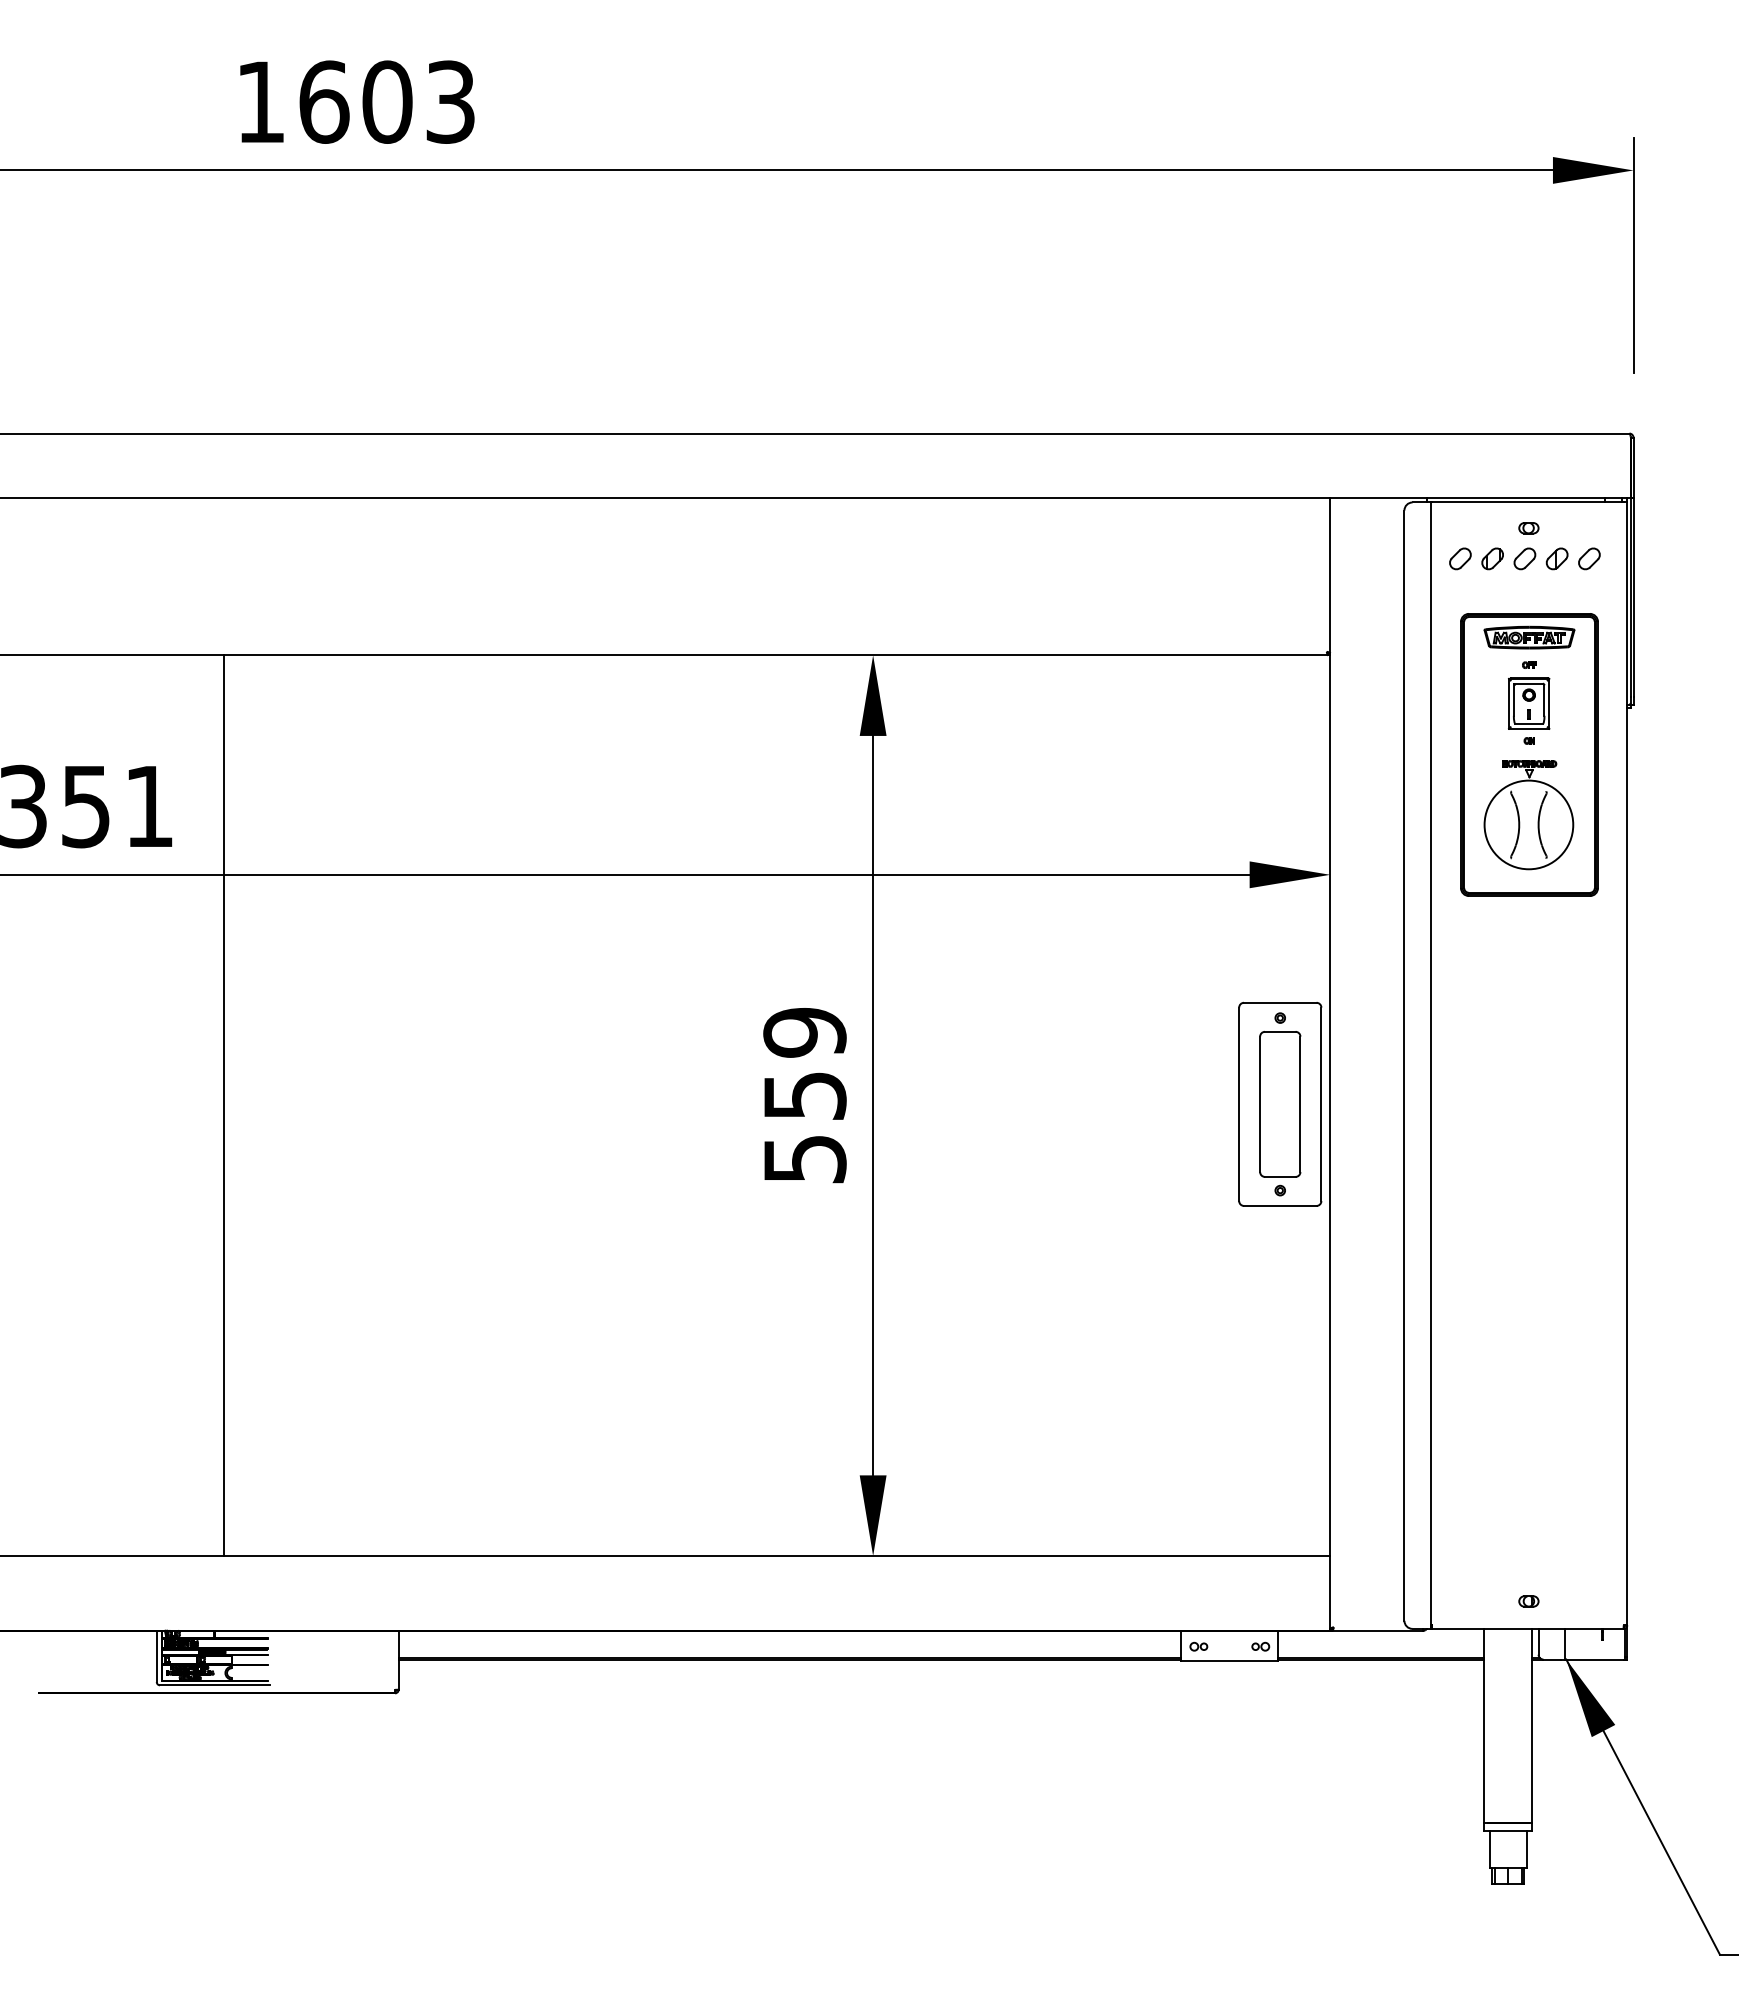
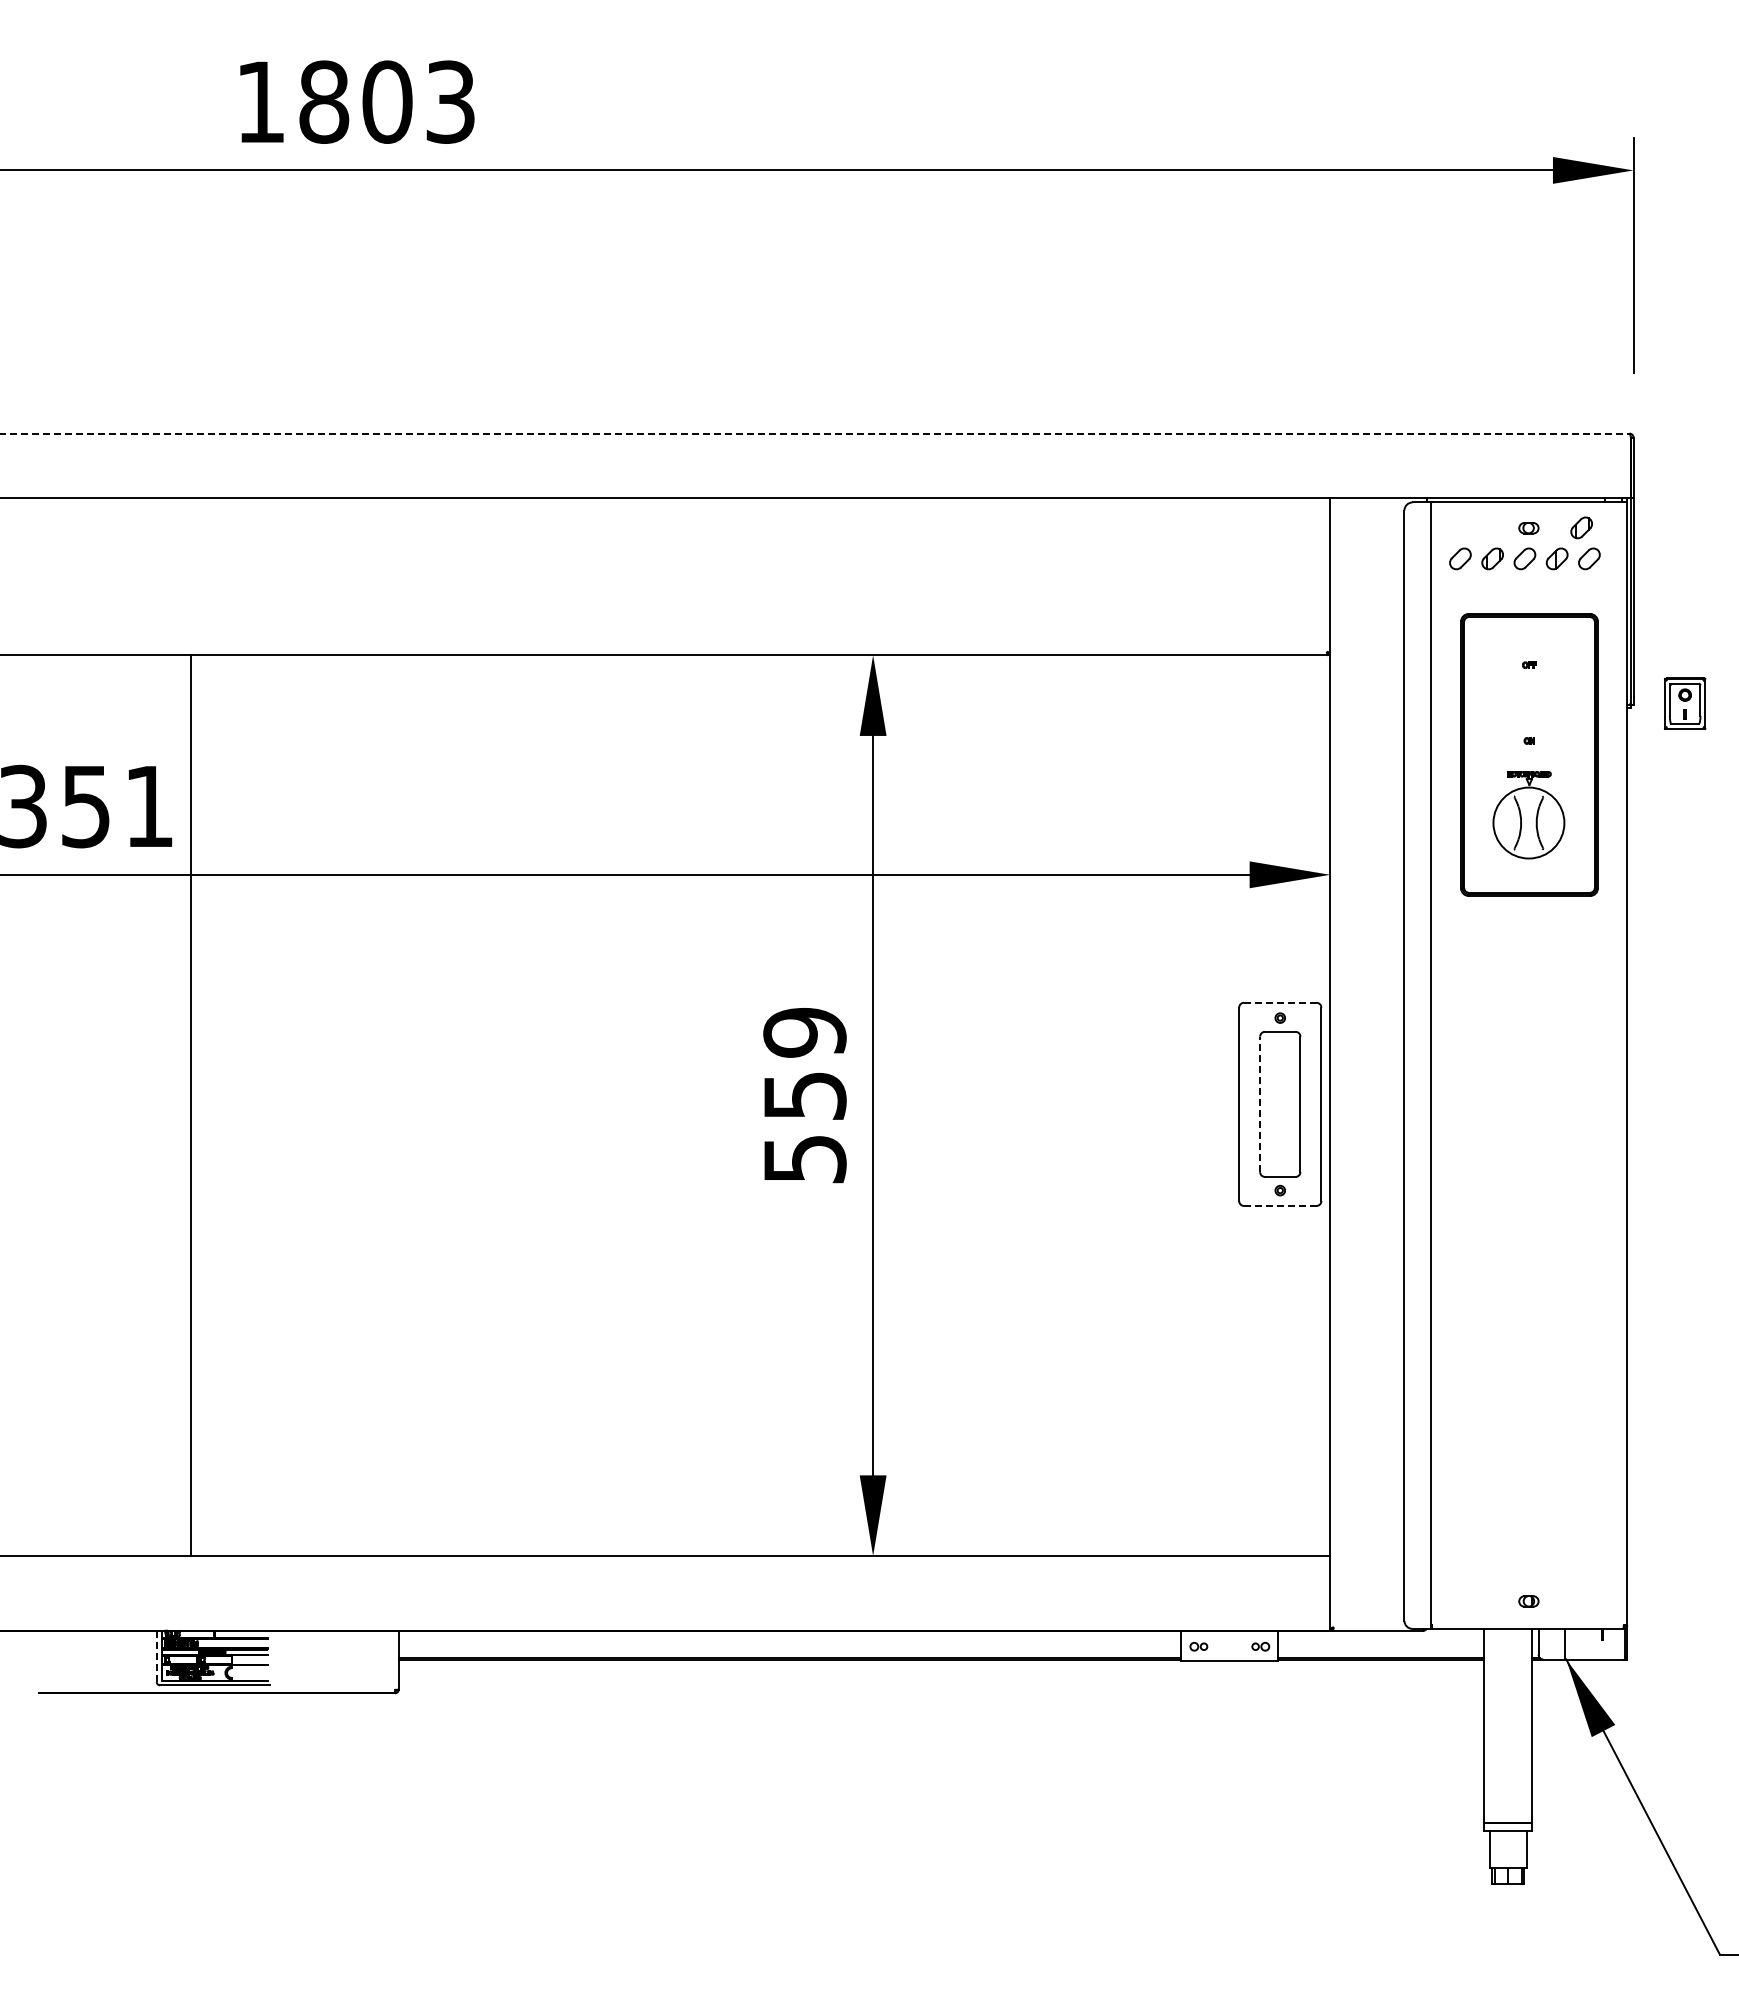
text at (324, 101): 1603 -> 1803
line at (815, 433): solid -> dashed
part at (1581, 527): none -> present
part at (1529, 637): present -> none
part at (1529, 703) position: (1529, 703) -> (1685, 703)
part at (1528, 815) size: 92x111 px -> 74x89 px
line at (1279, 1002): solid -> dashed
line at (1260, 1104): solid -> dashed
line at (223, 1105) position: (223, 1105) -> (190, 1105)
line at (1280, 1205): solid -> dashed
line at (156, 1656): solid -> dashed
